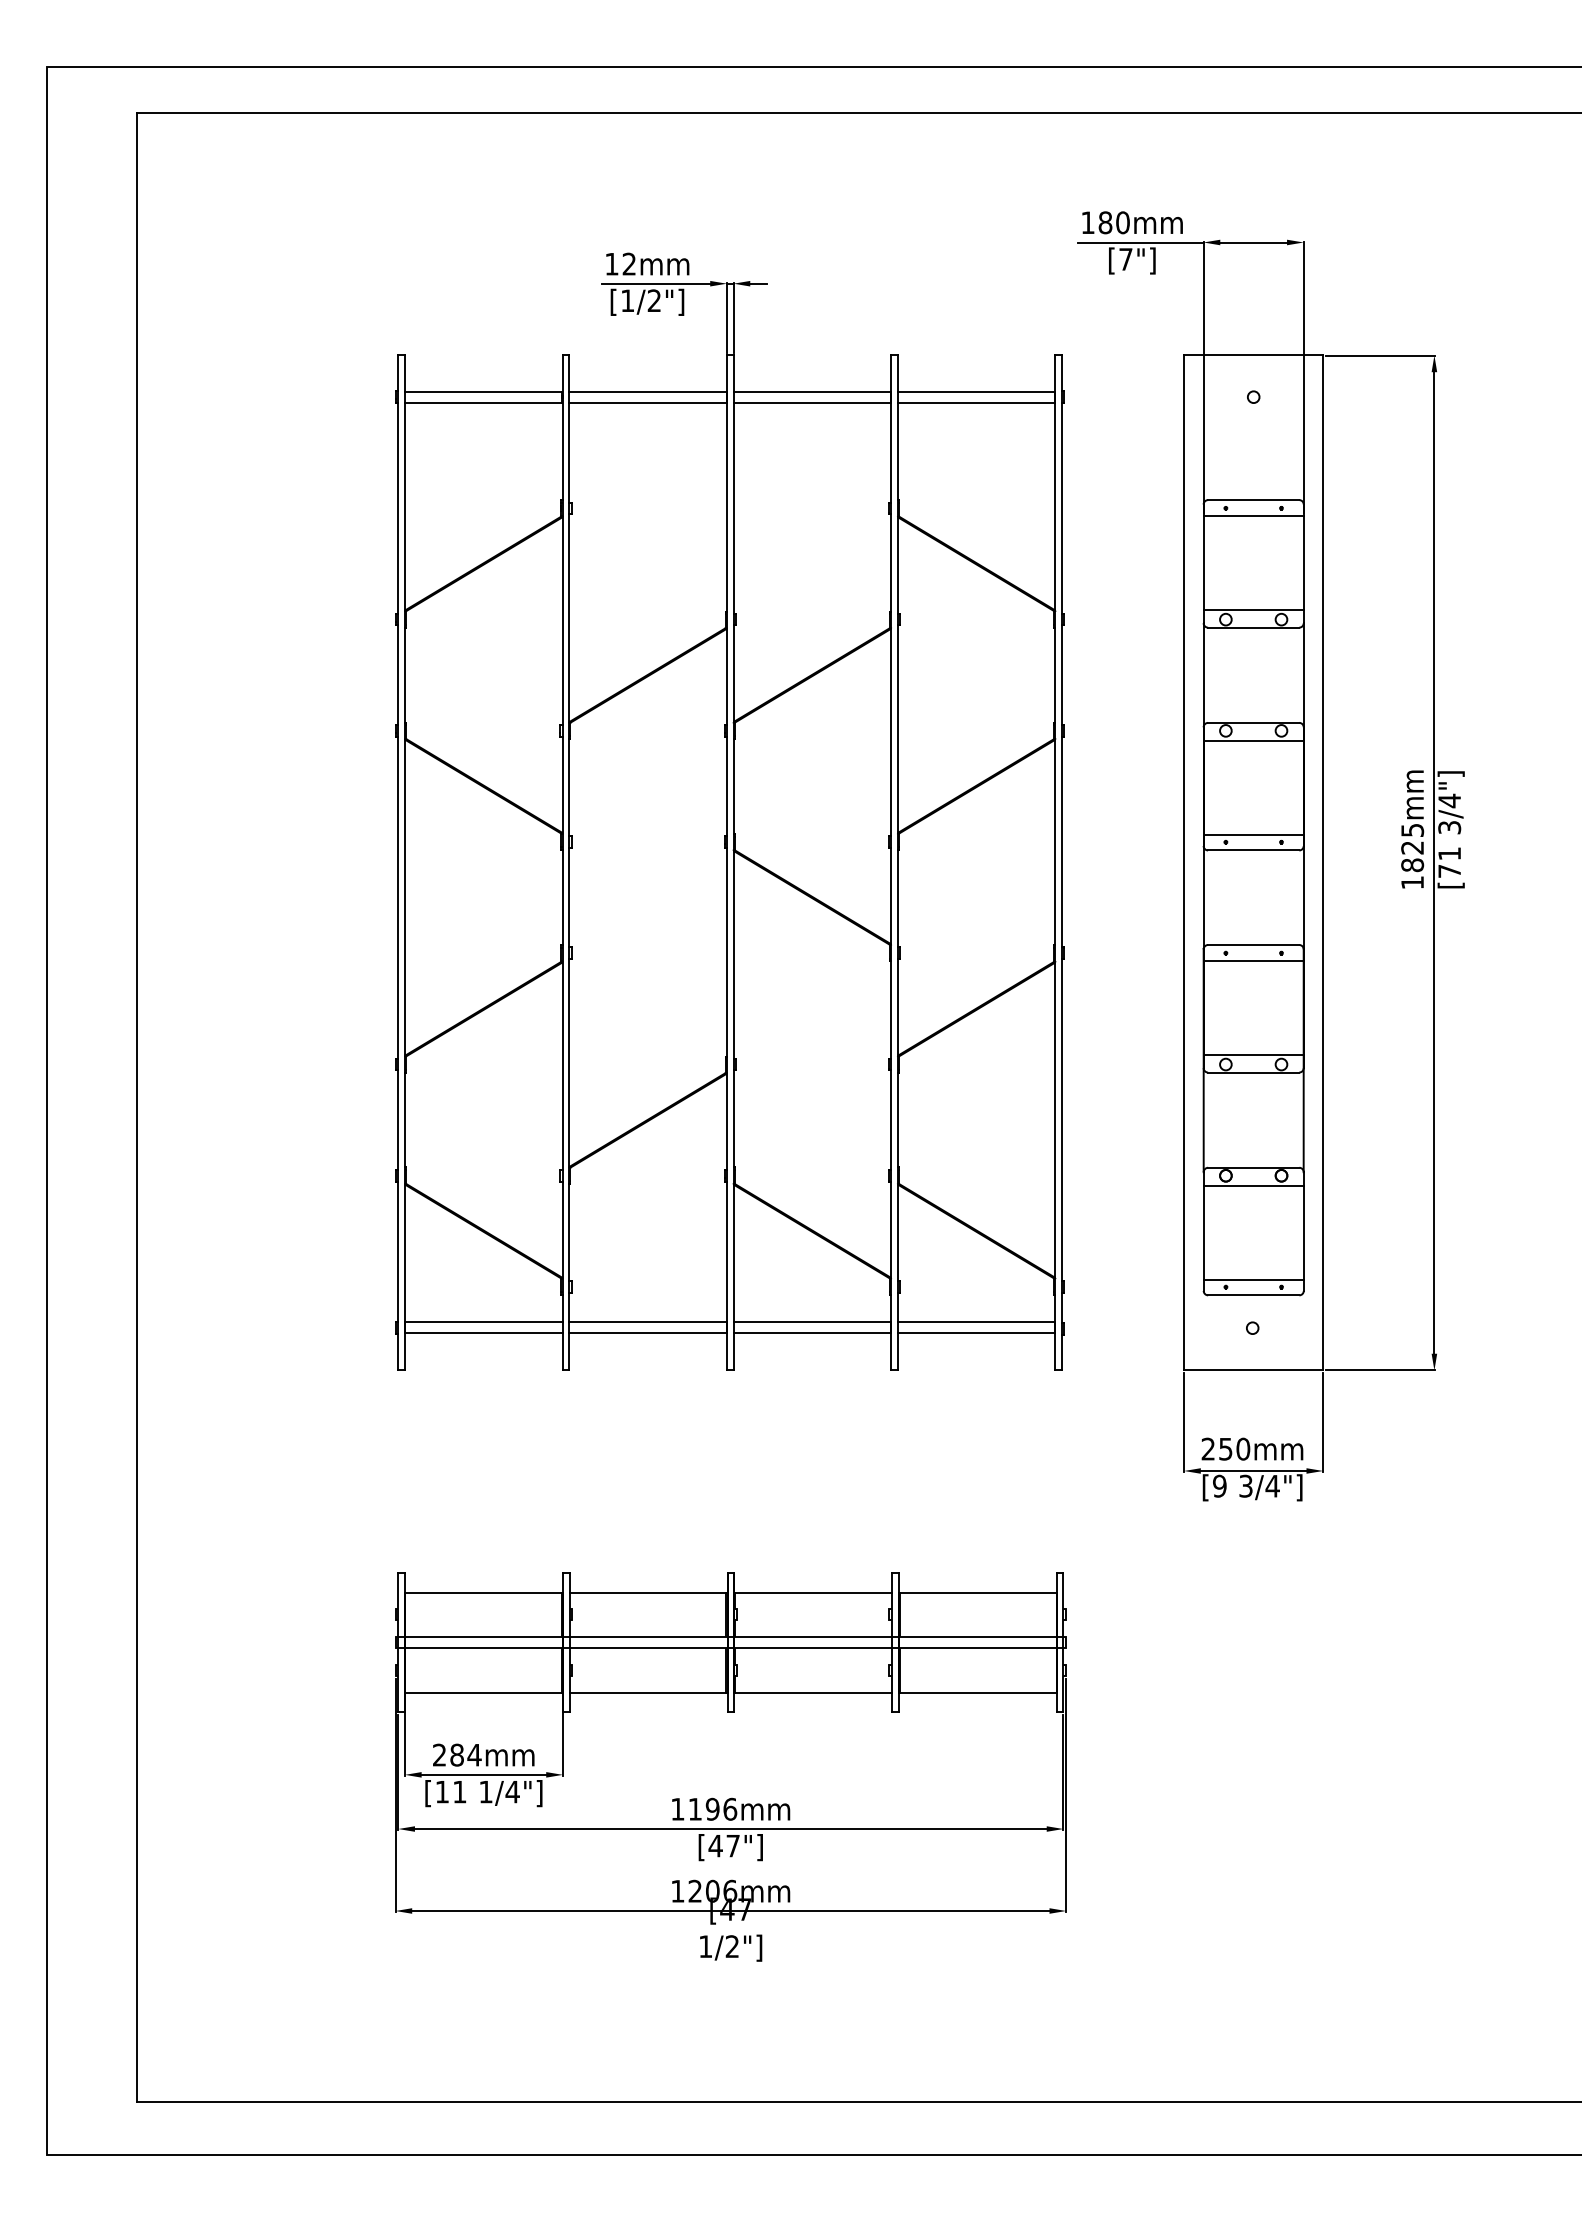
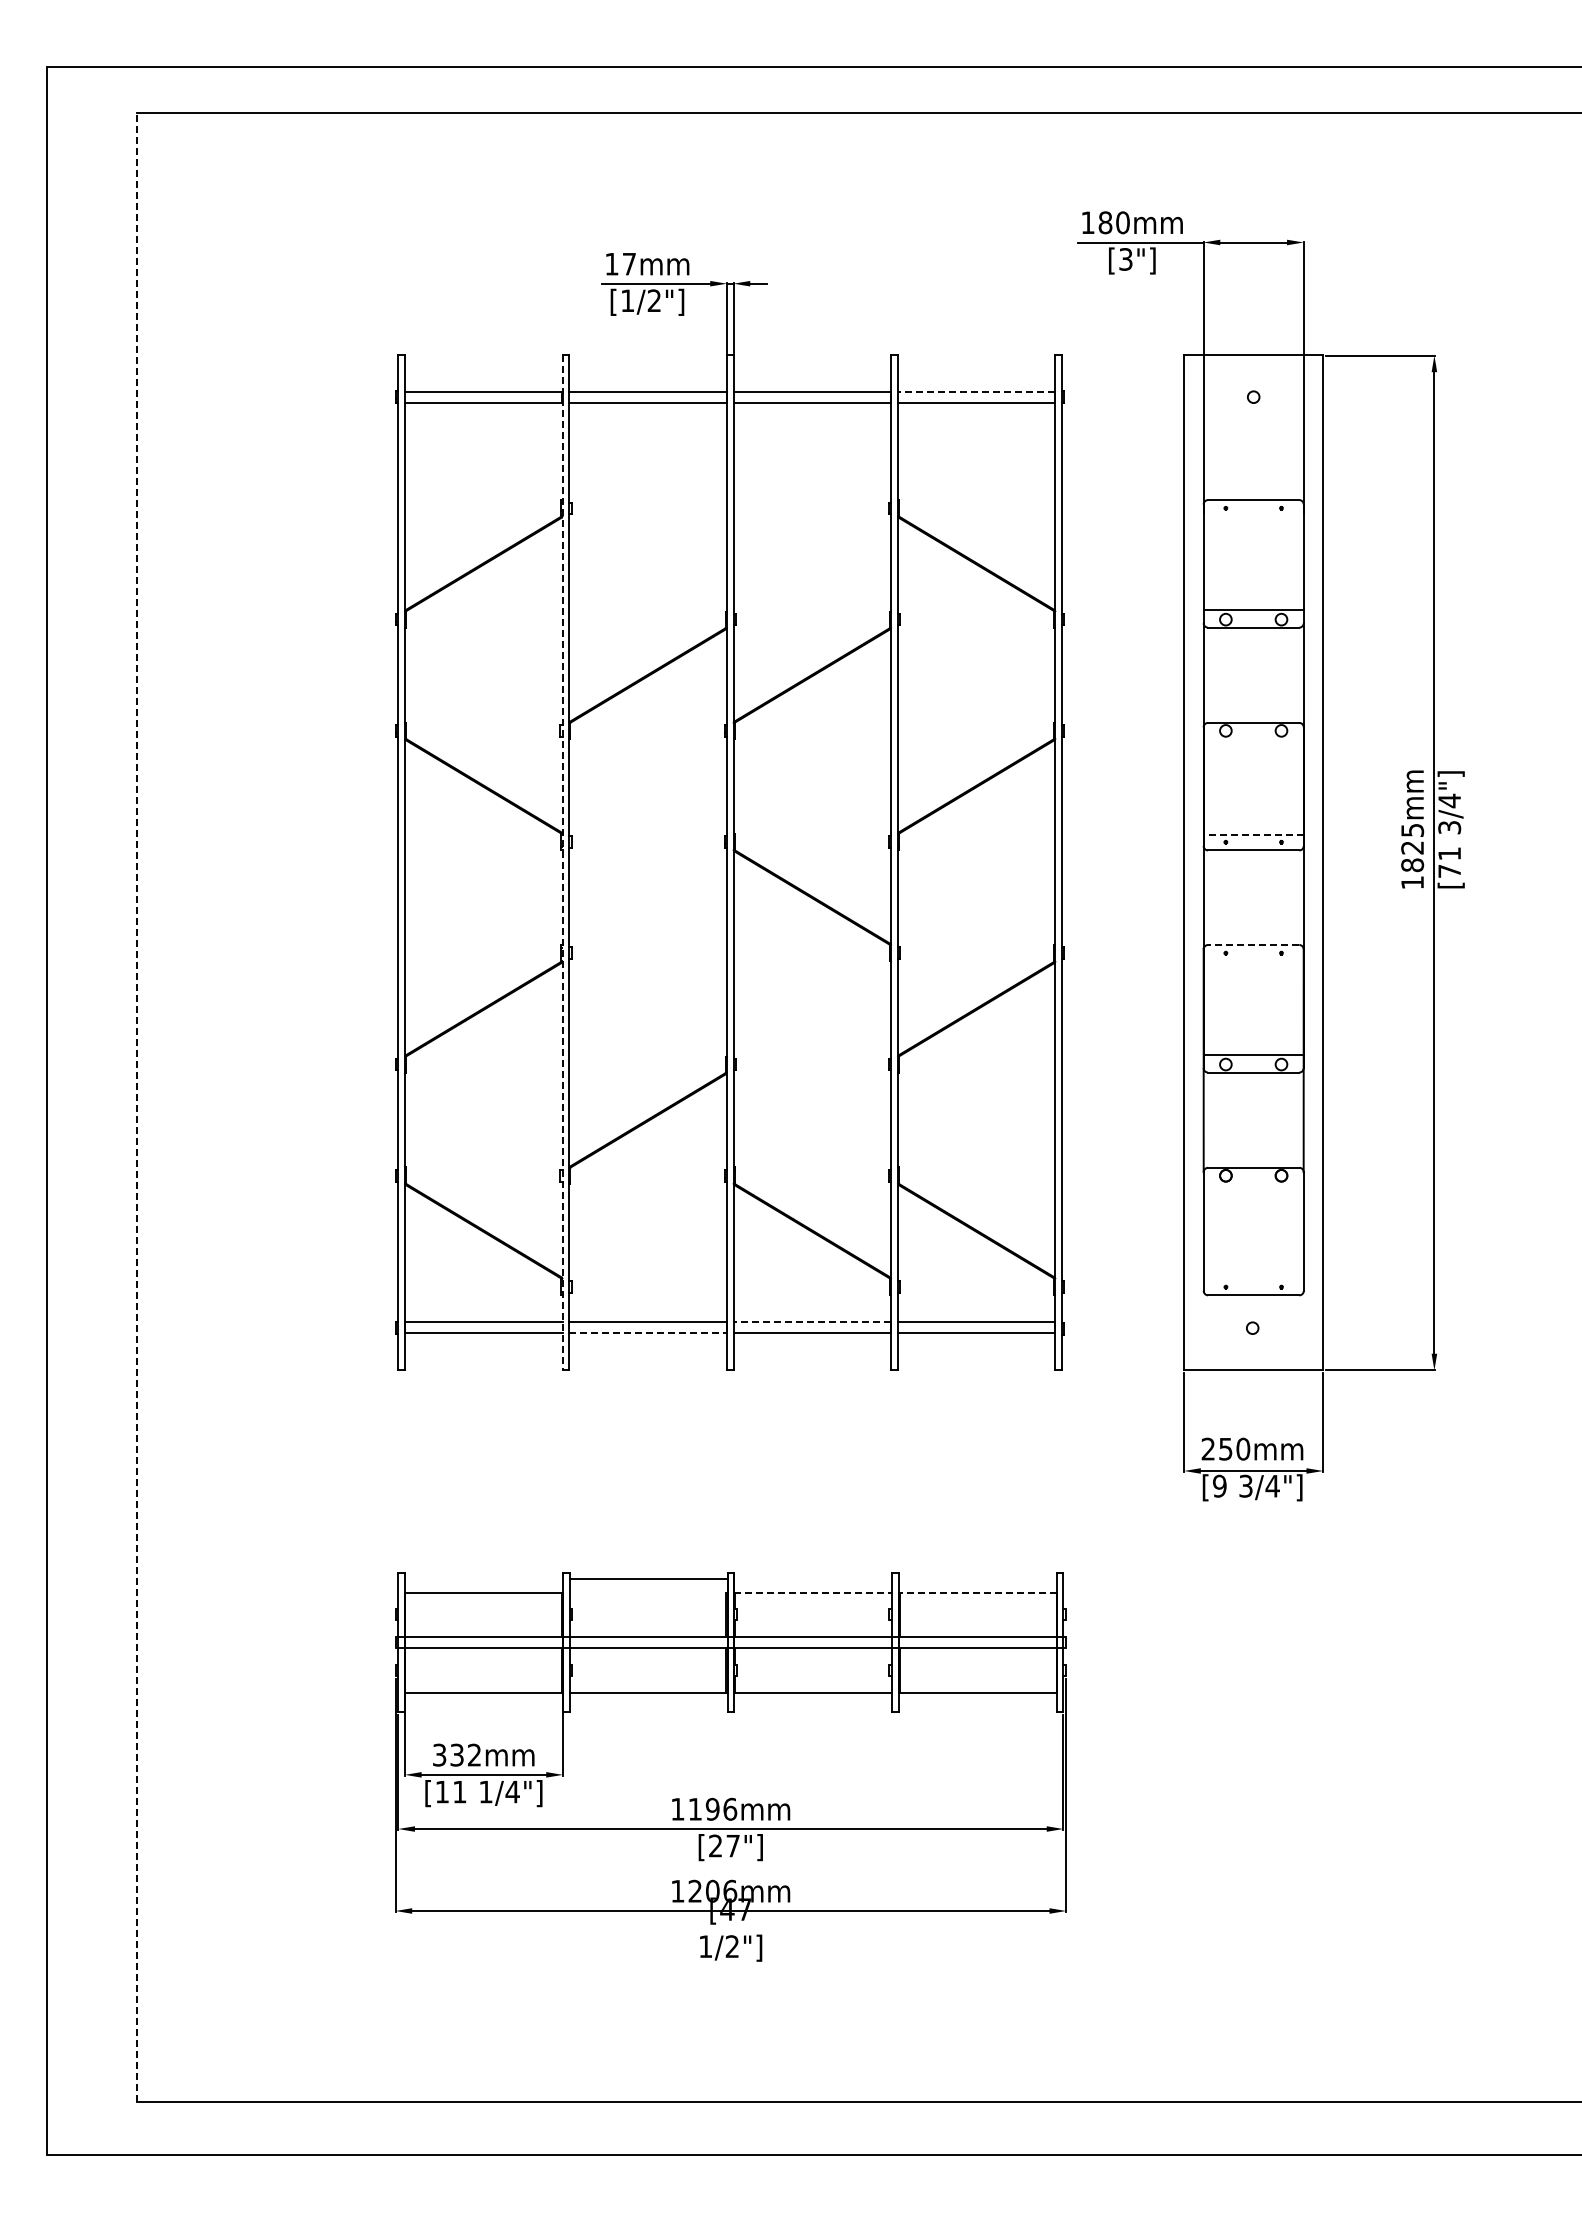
text at (1125, 259): [7"] -> [3"]
text at (628, 263): 12mm -> 17mm
line at (976, 391): solid -> dashed
line at (1253, 515): present -> none
line at (1253, 740): present -> none
line at (1253, 834): solid -> dashed
line at (562, 863): solid -> dashed
line at (1253, 945): solid -> dashed
line at (1253, 960): present -> none
line at (137, 1106): solid -> dashed
line at (1253, 1185): present -> none
line at (1253, 1279): present -> none
line at (812, 1322): solid -> dashed
line at (647, 1333): solid -> dashed
line at (648, 1592) position: (648, 1592) -> (648, 1578)
line at (813, 1592): solid -> dashed
line at (977, 1592): solid -> dashed
text at (457, 1754): 284mm -> 332mm
text at (715, 1845): [47"] -> [27"]
